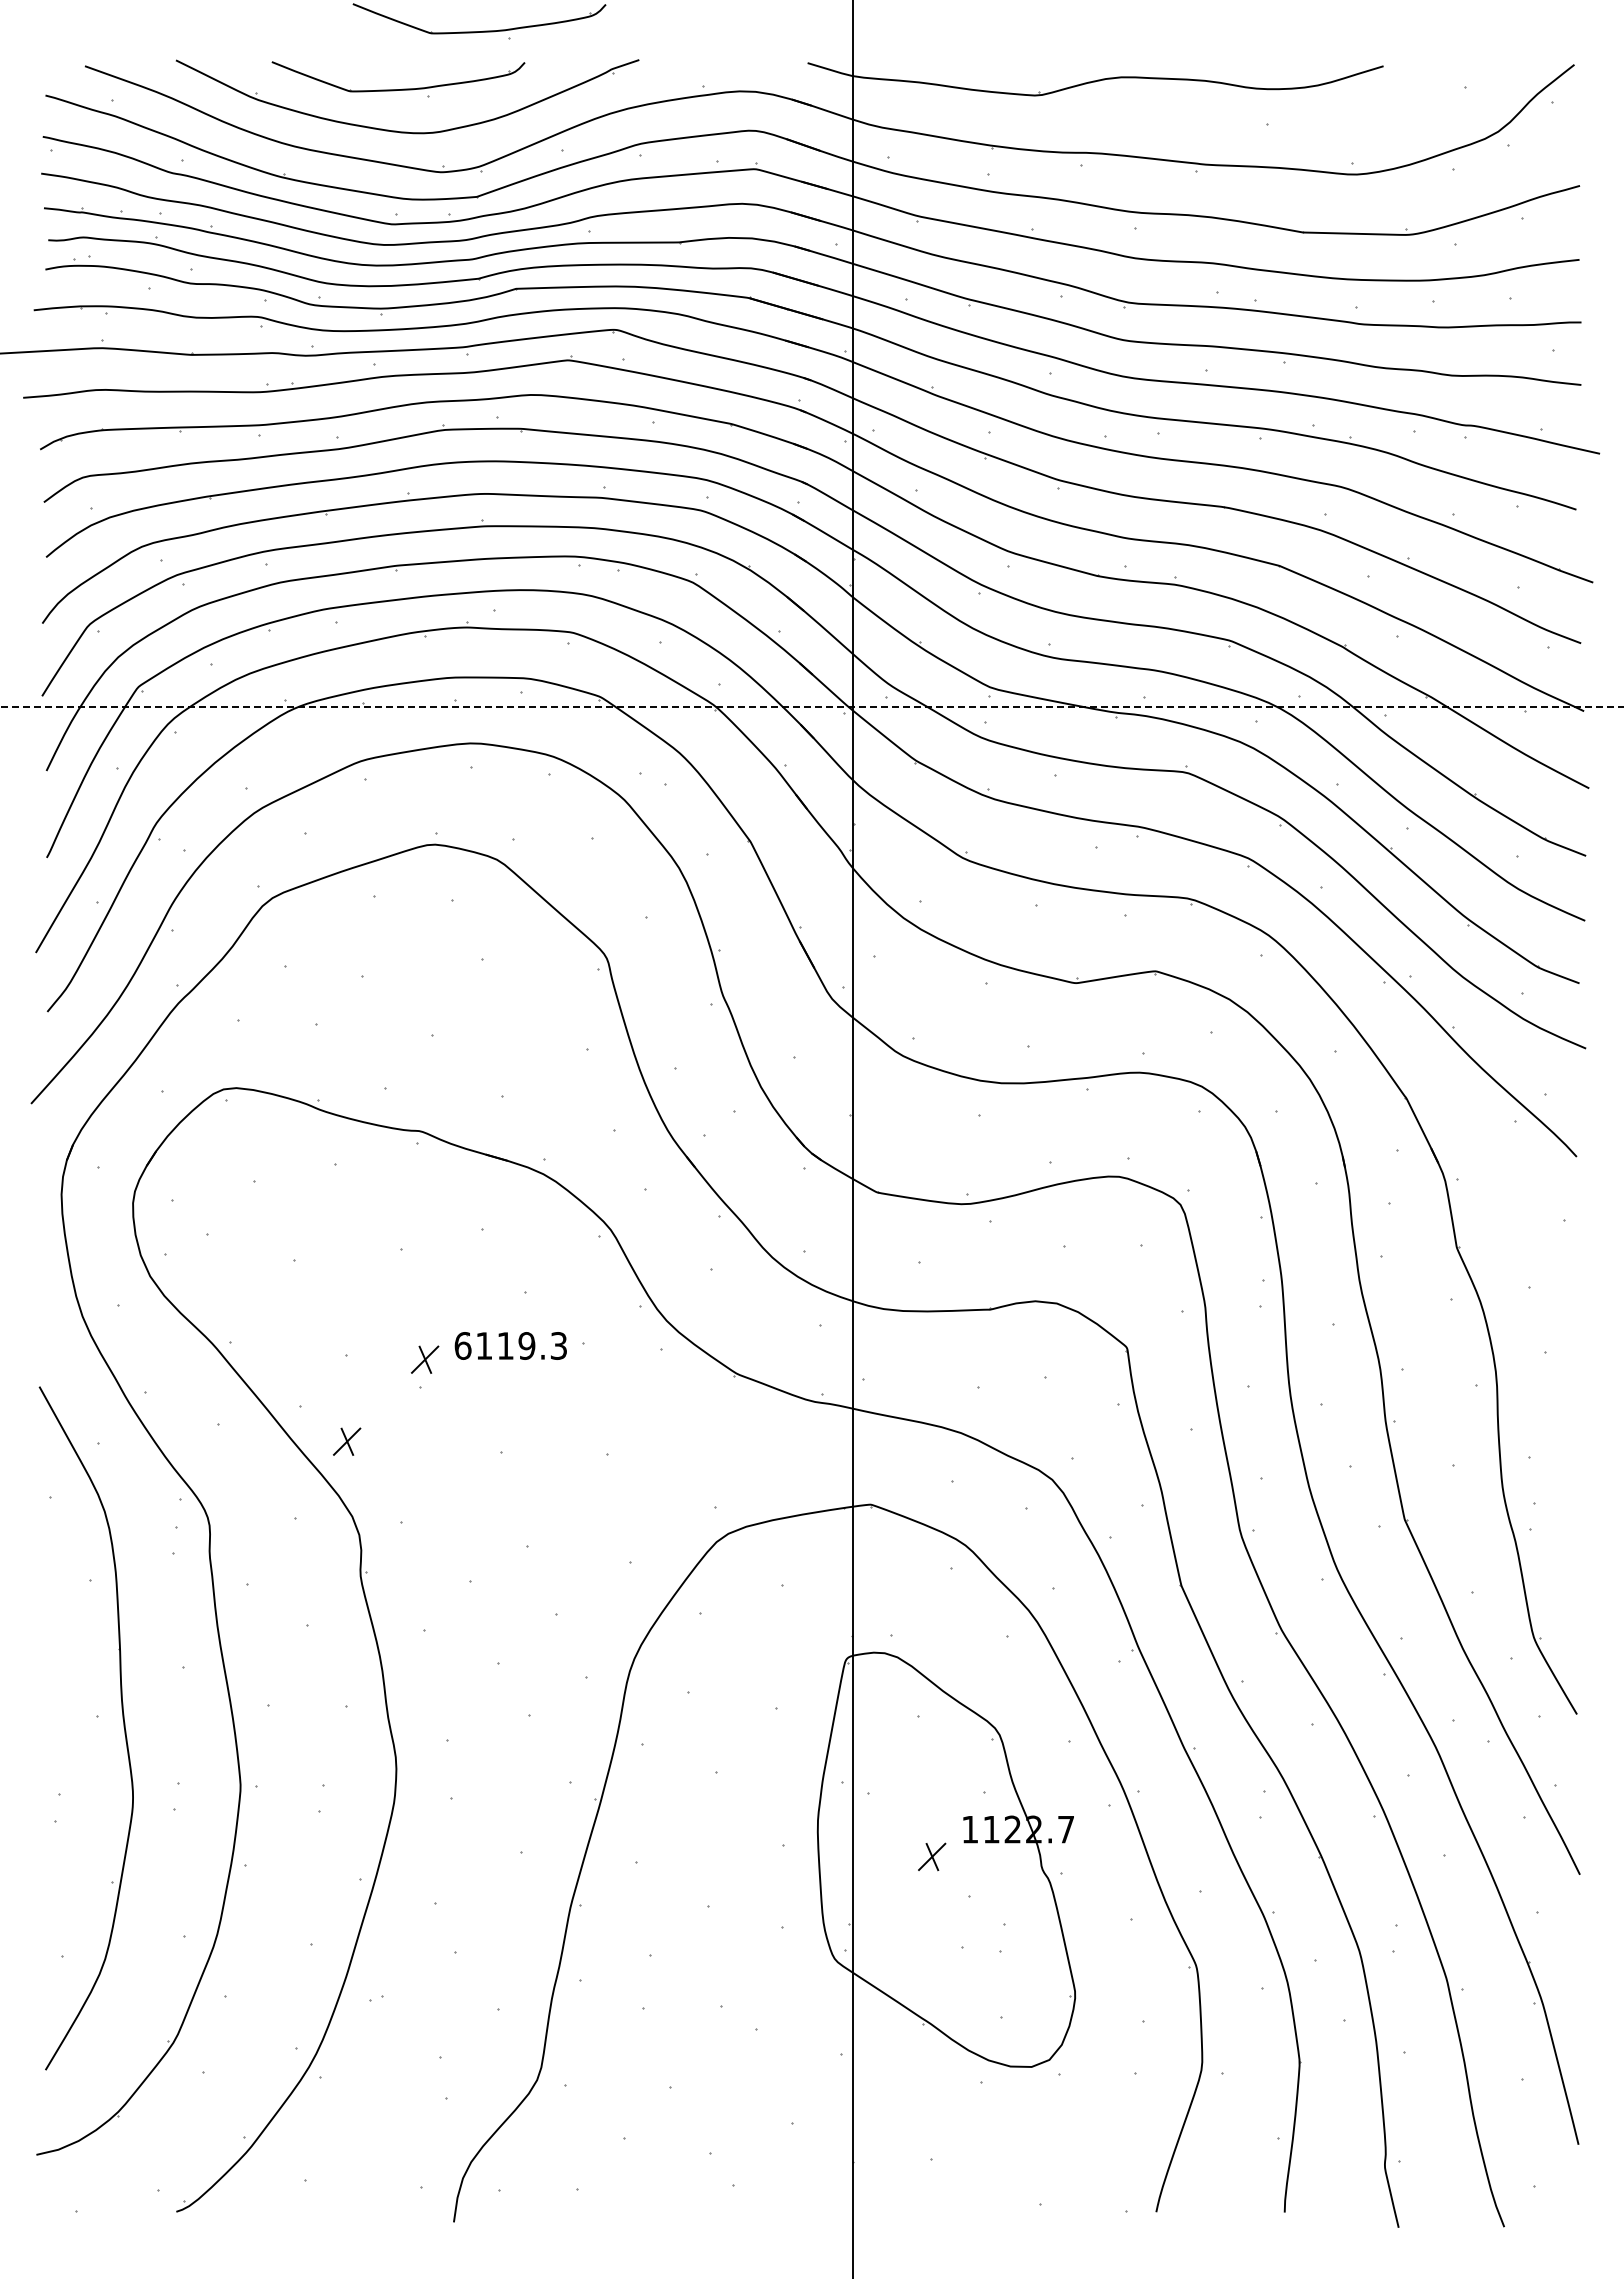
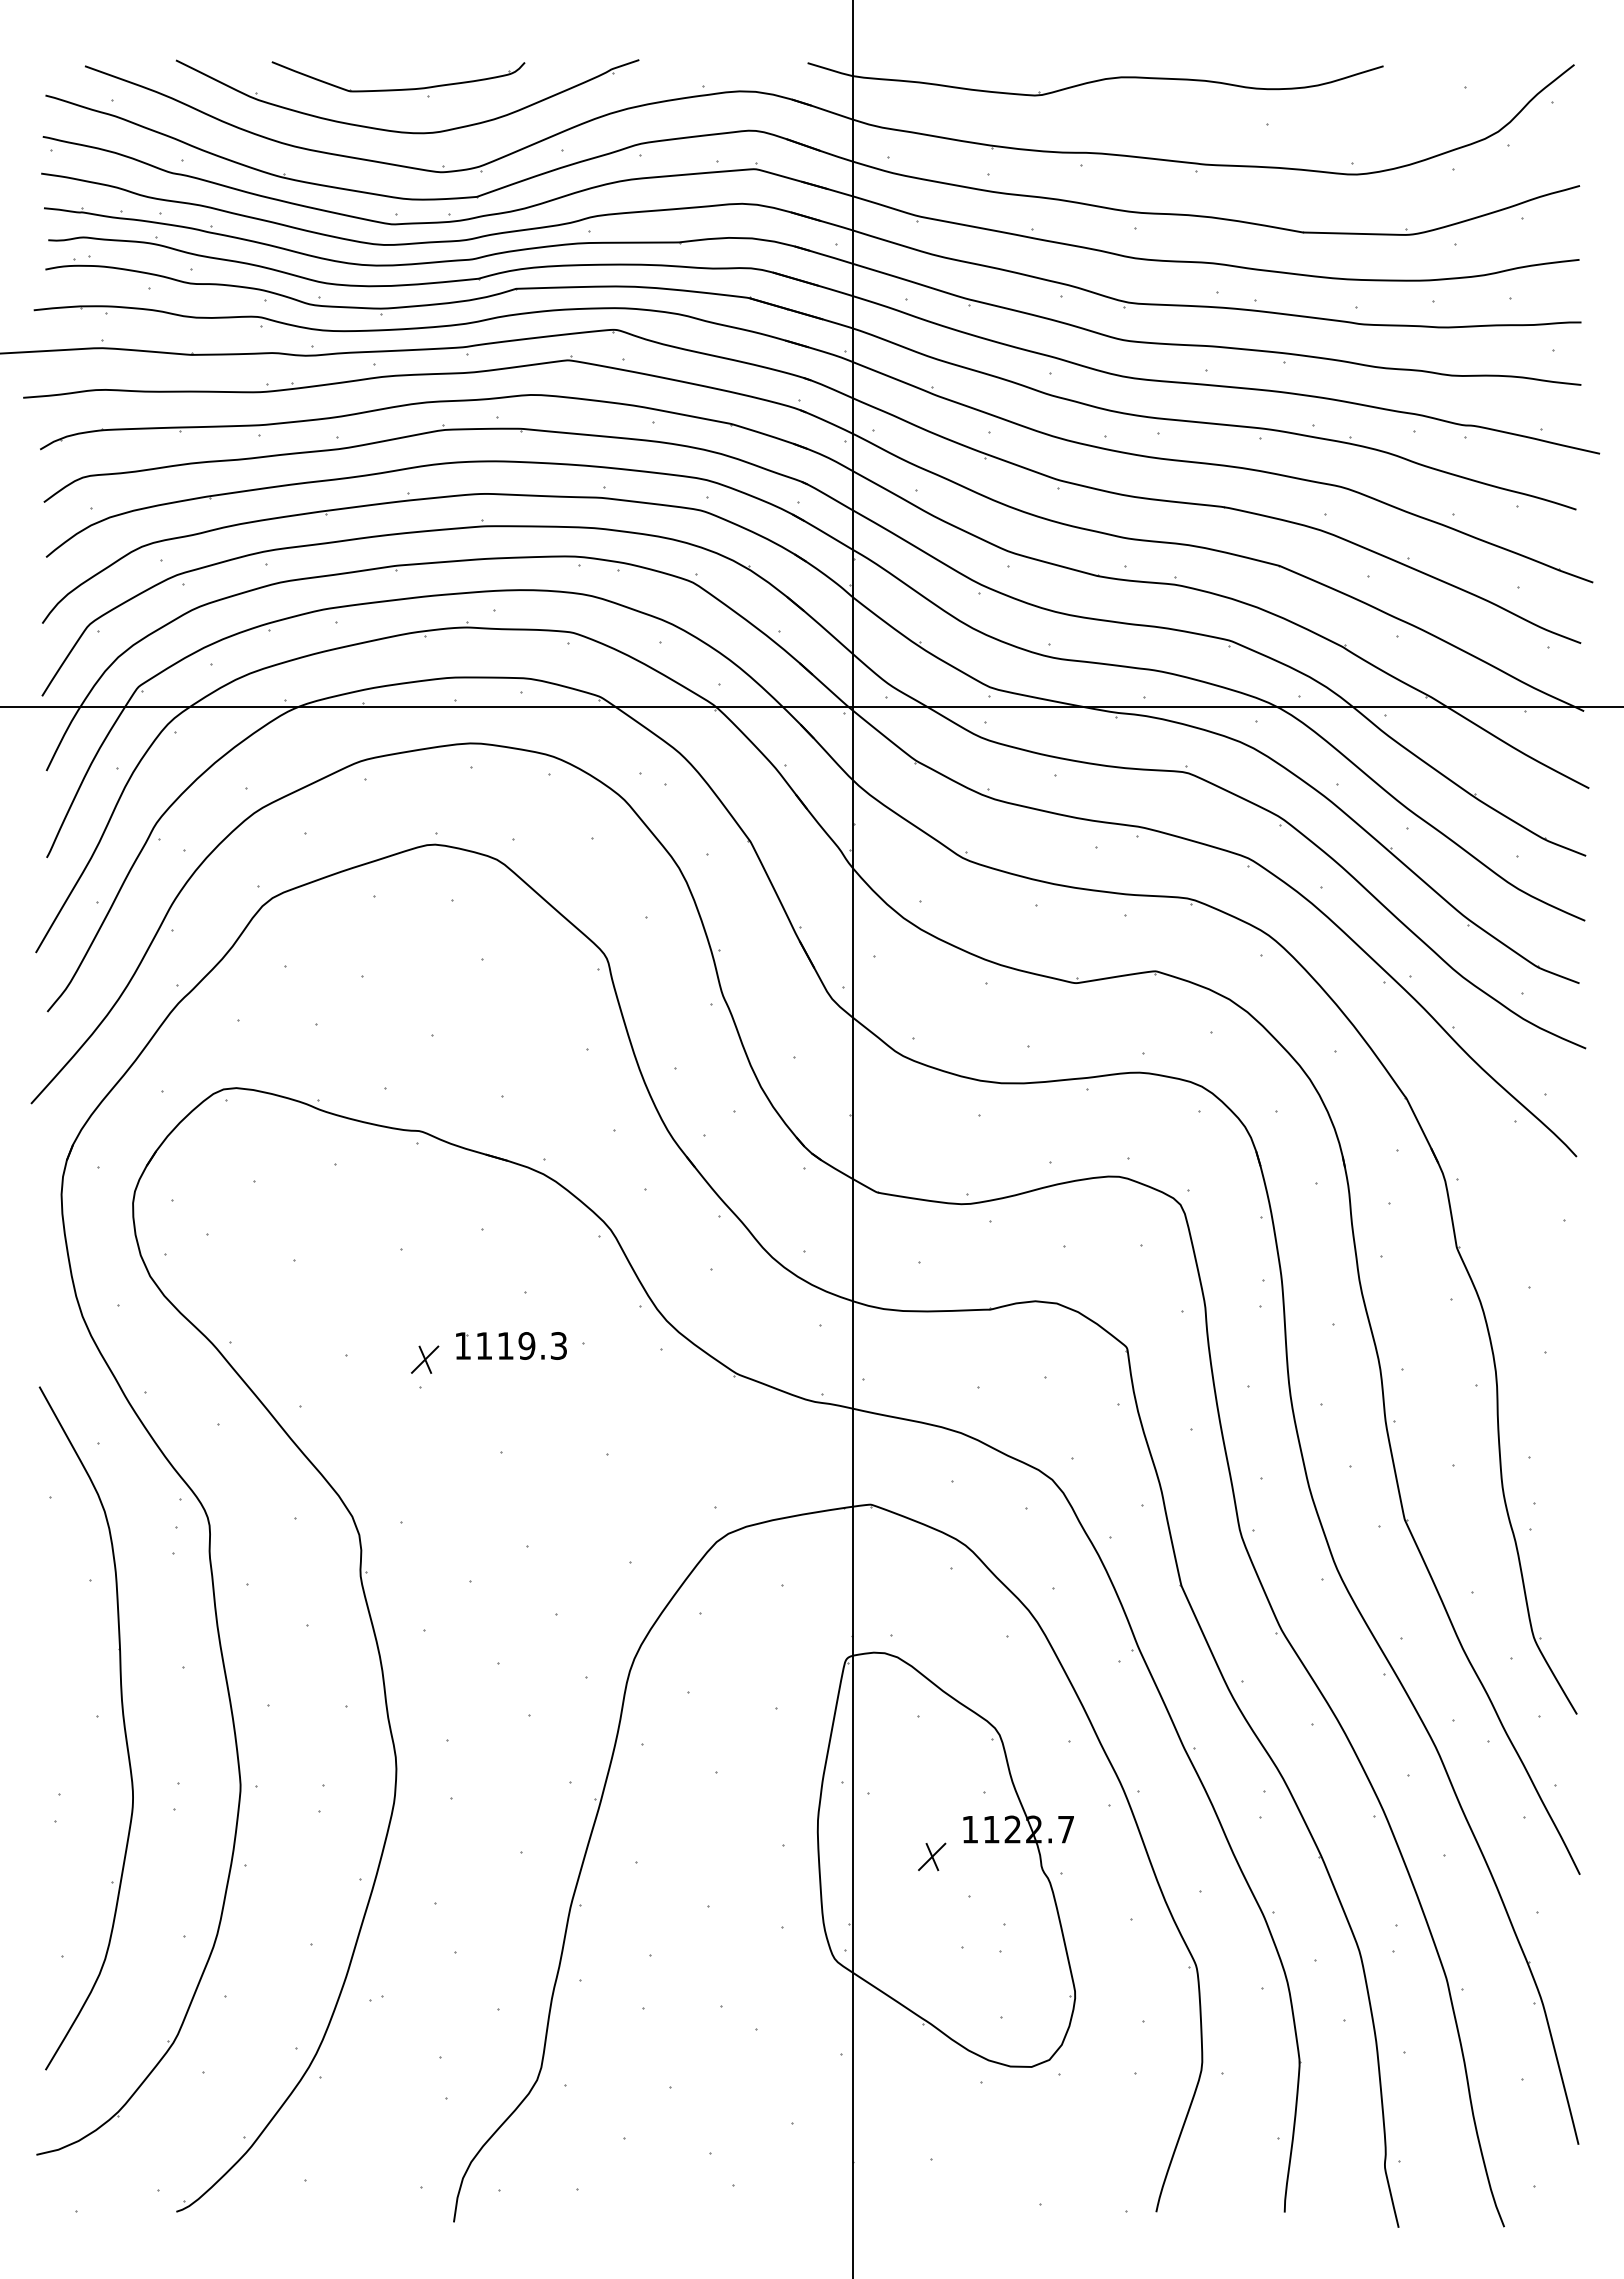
part at (483, 30): present -> none
line at (812, 706): dashed -> solid
text at (462, 1345): 6119.3 -> 1119.3
part at (347, 1441): present -> none
